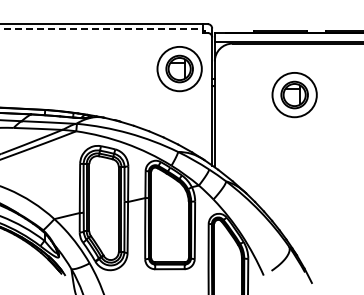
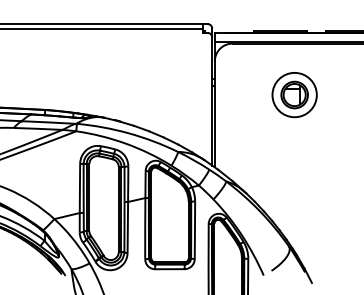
line at (102, 28): dashed -> solid
part at (179, 69): present -> none
